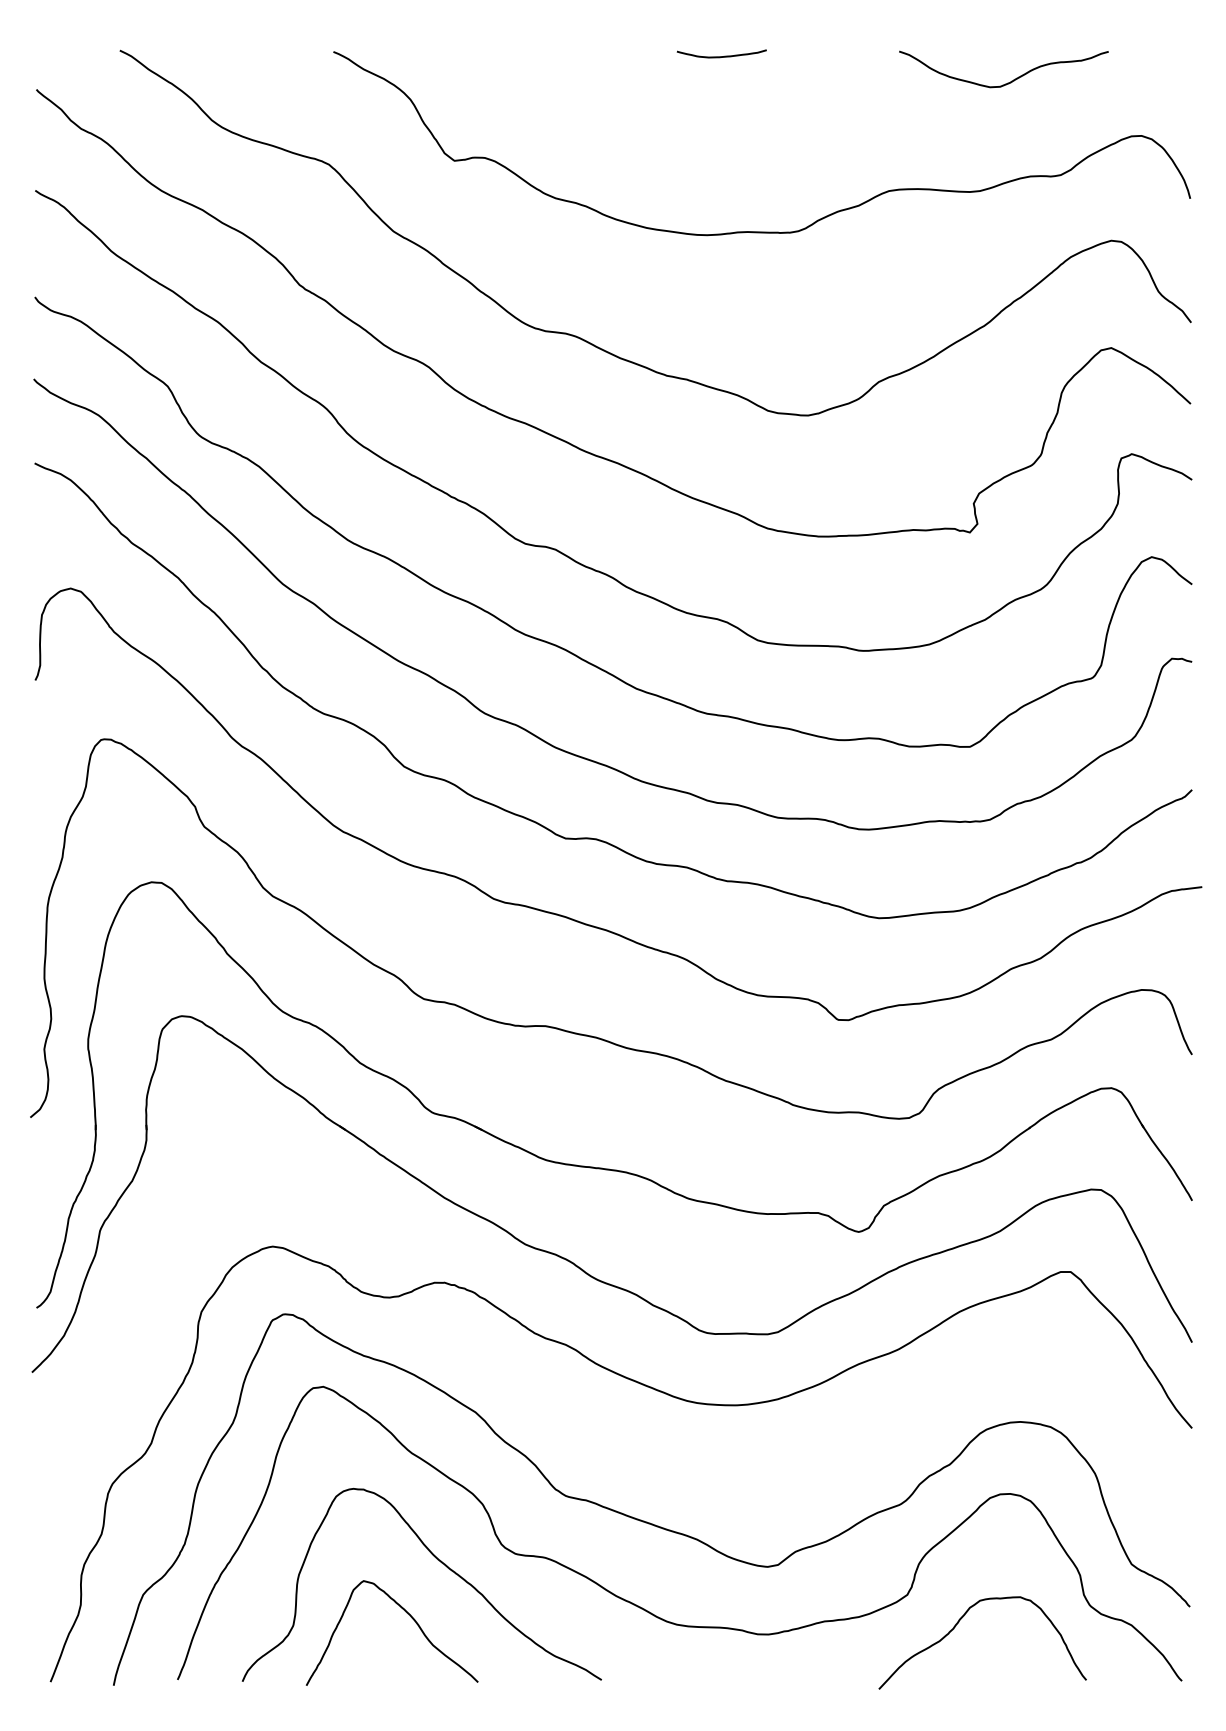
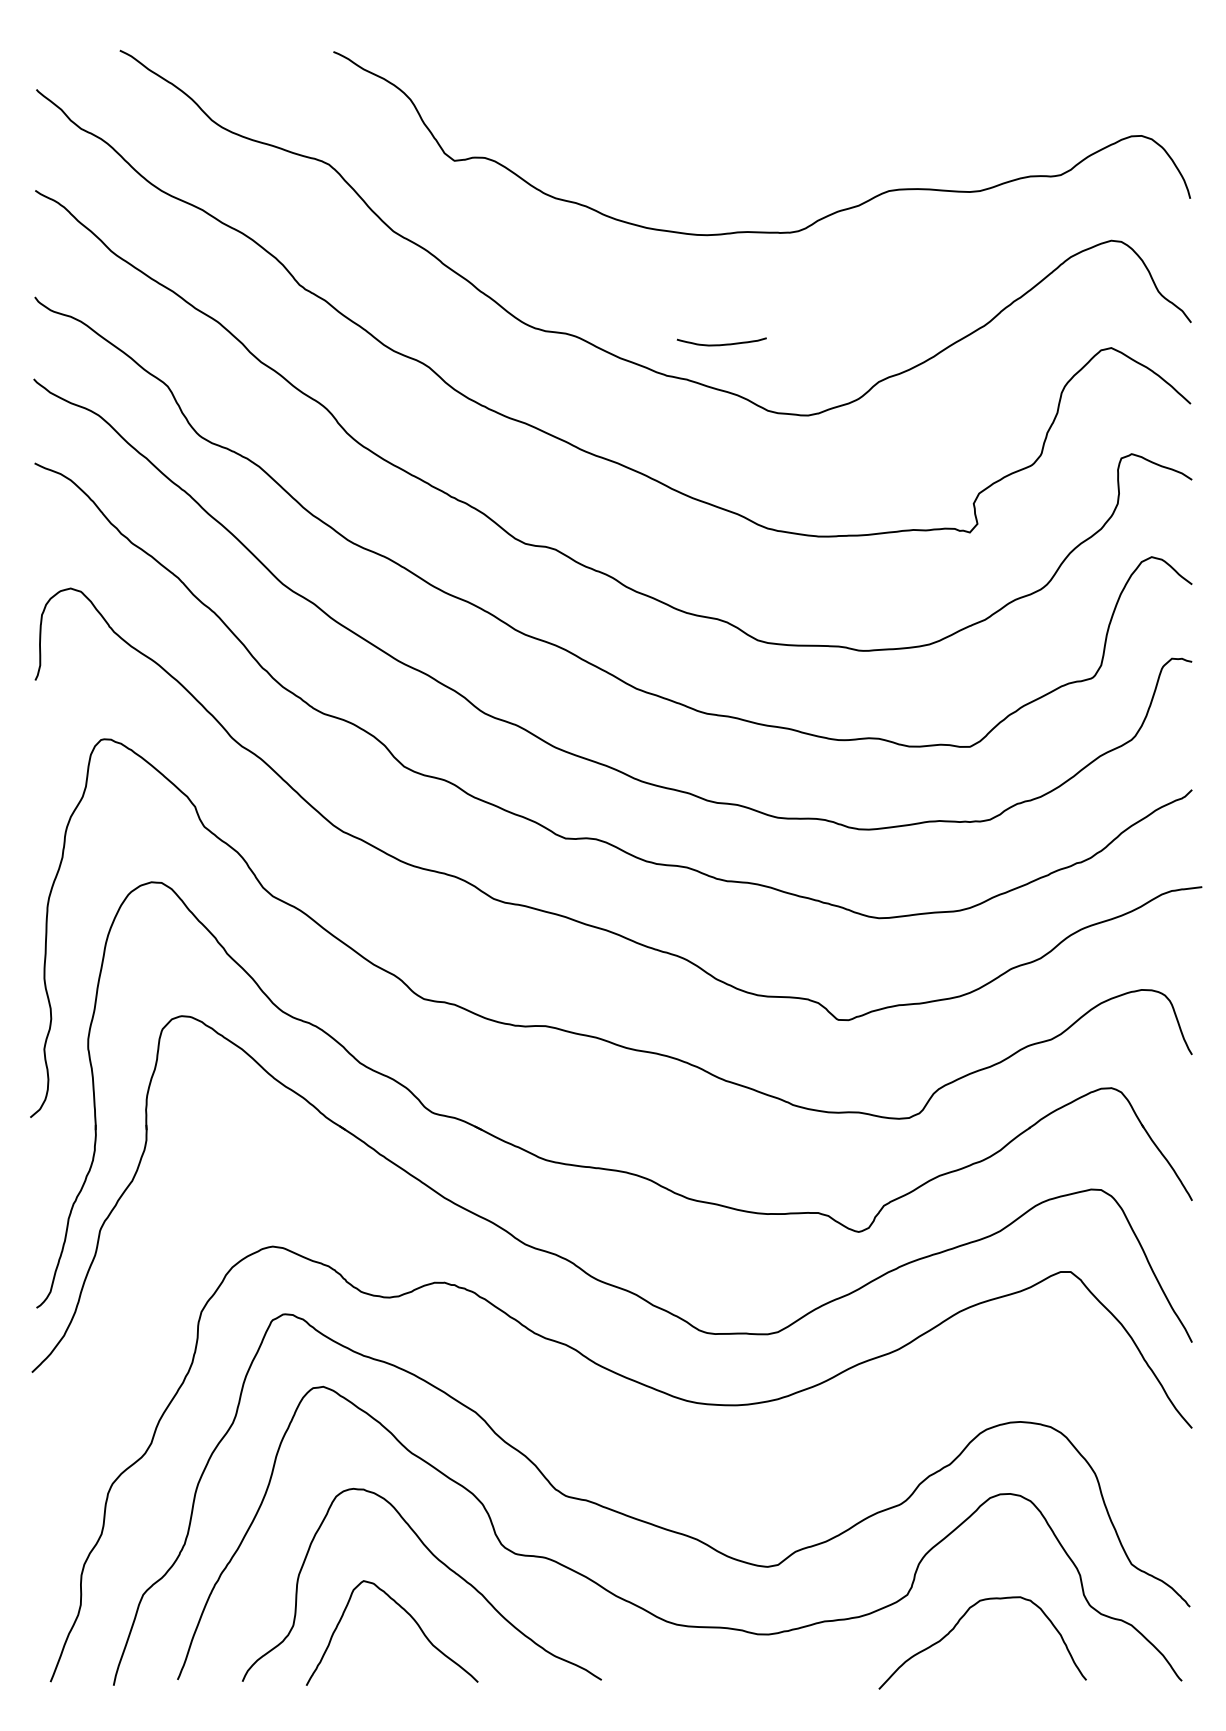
curve at (721, 56) position: (721, 56) -> (721, 344)
curve at (1011, 80): present -> none
